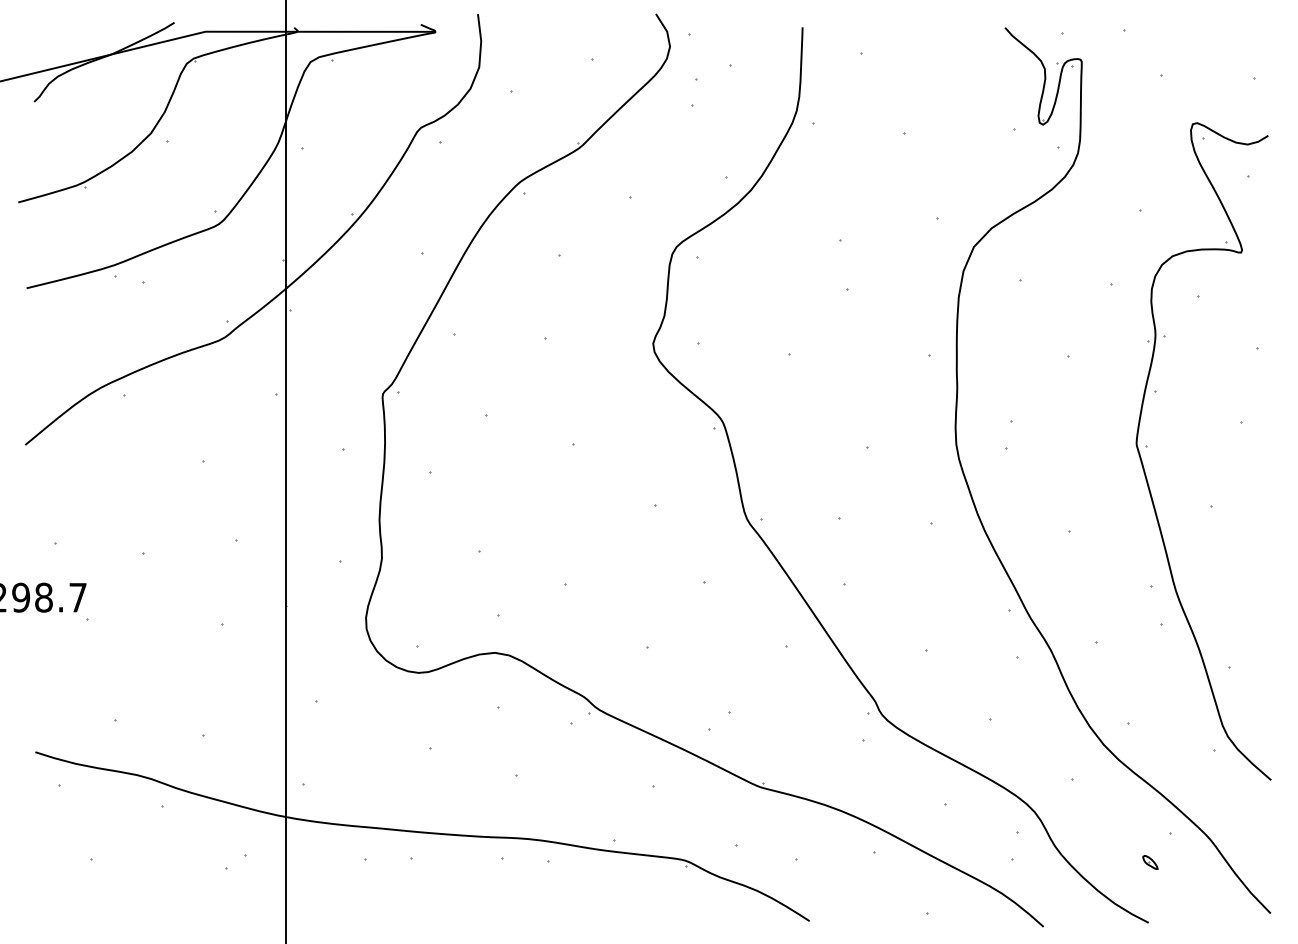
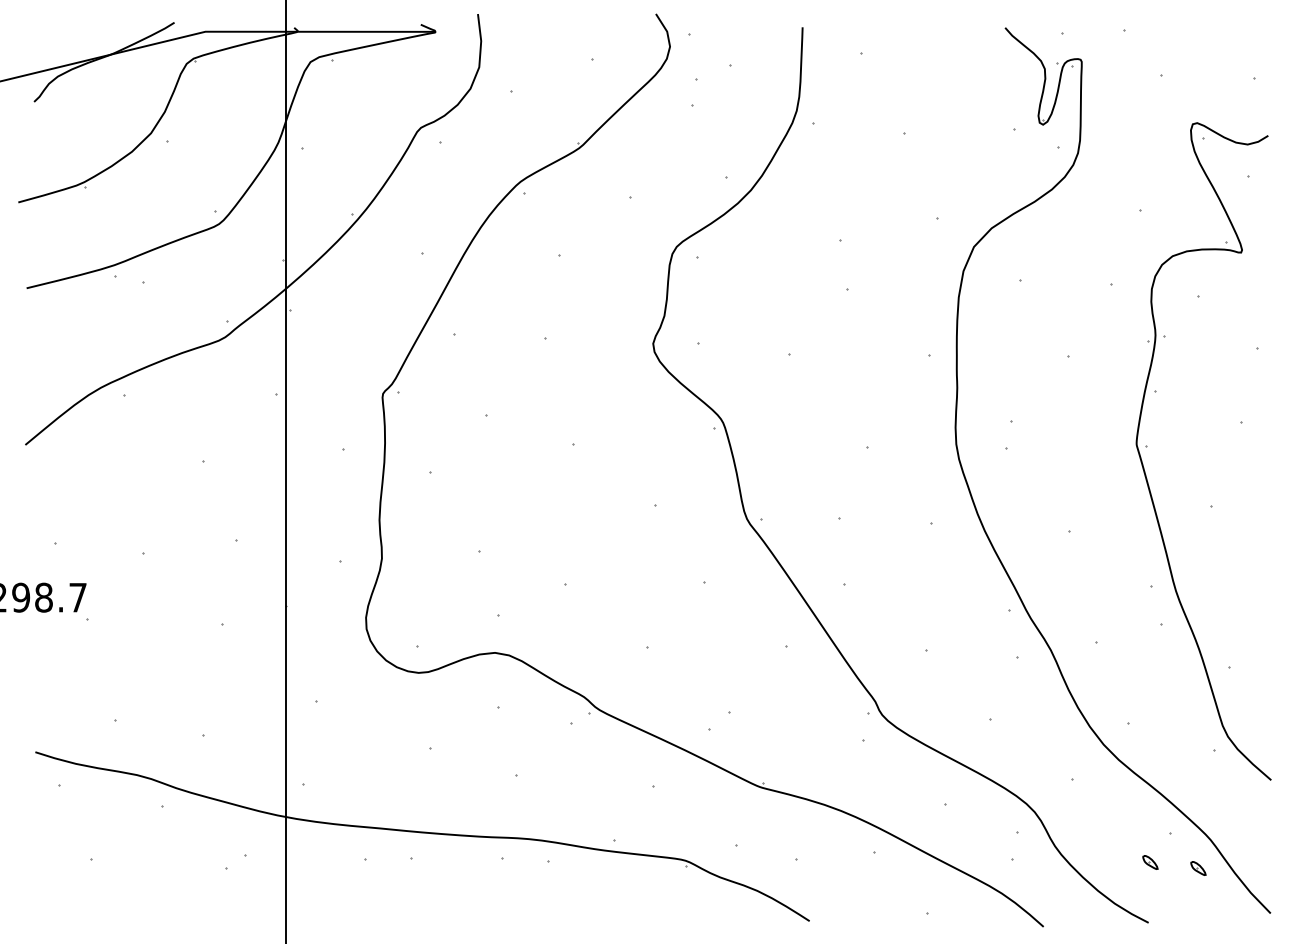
part at (1198, 868): none -> present
